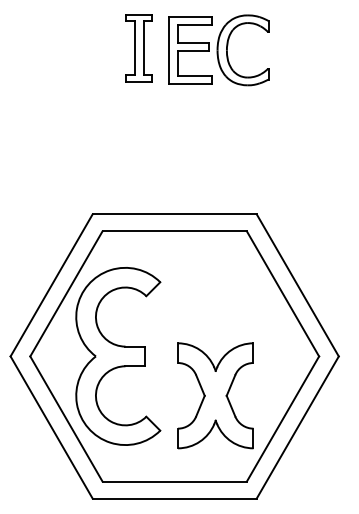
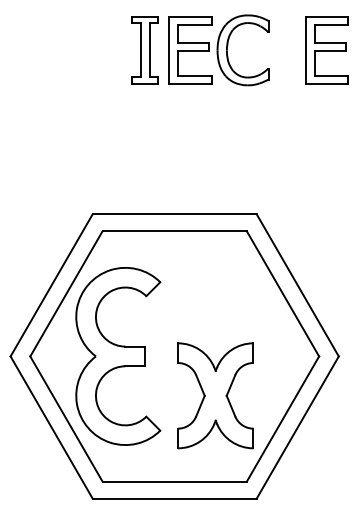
part at (138, 48) position: (138, 48) -> (144, 50)
part at (326, 50): none -> present
